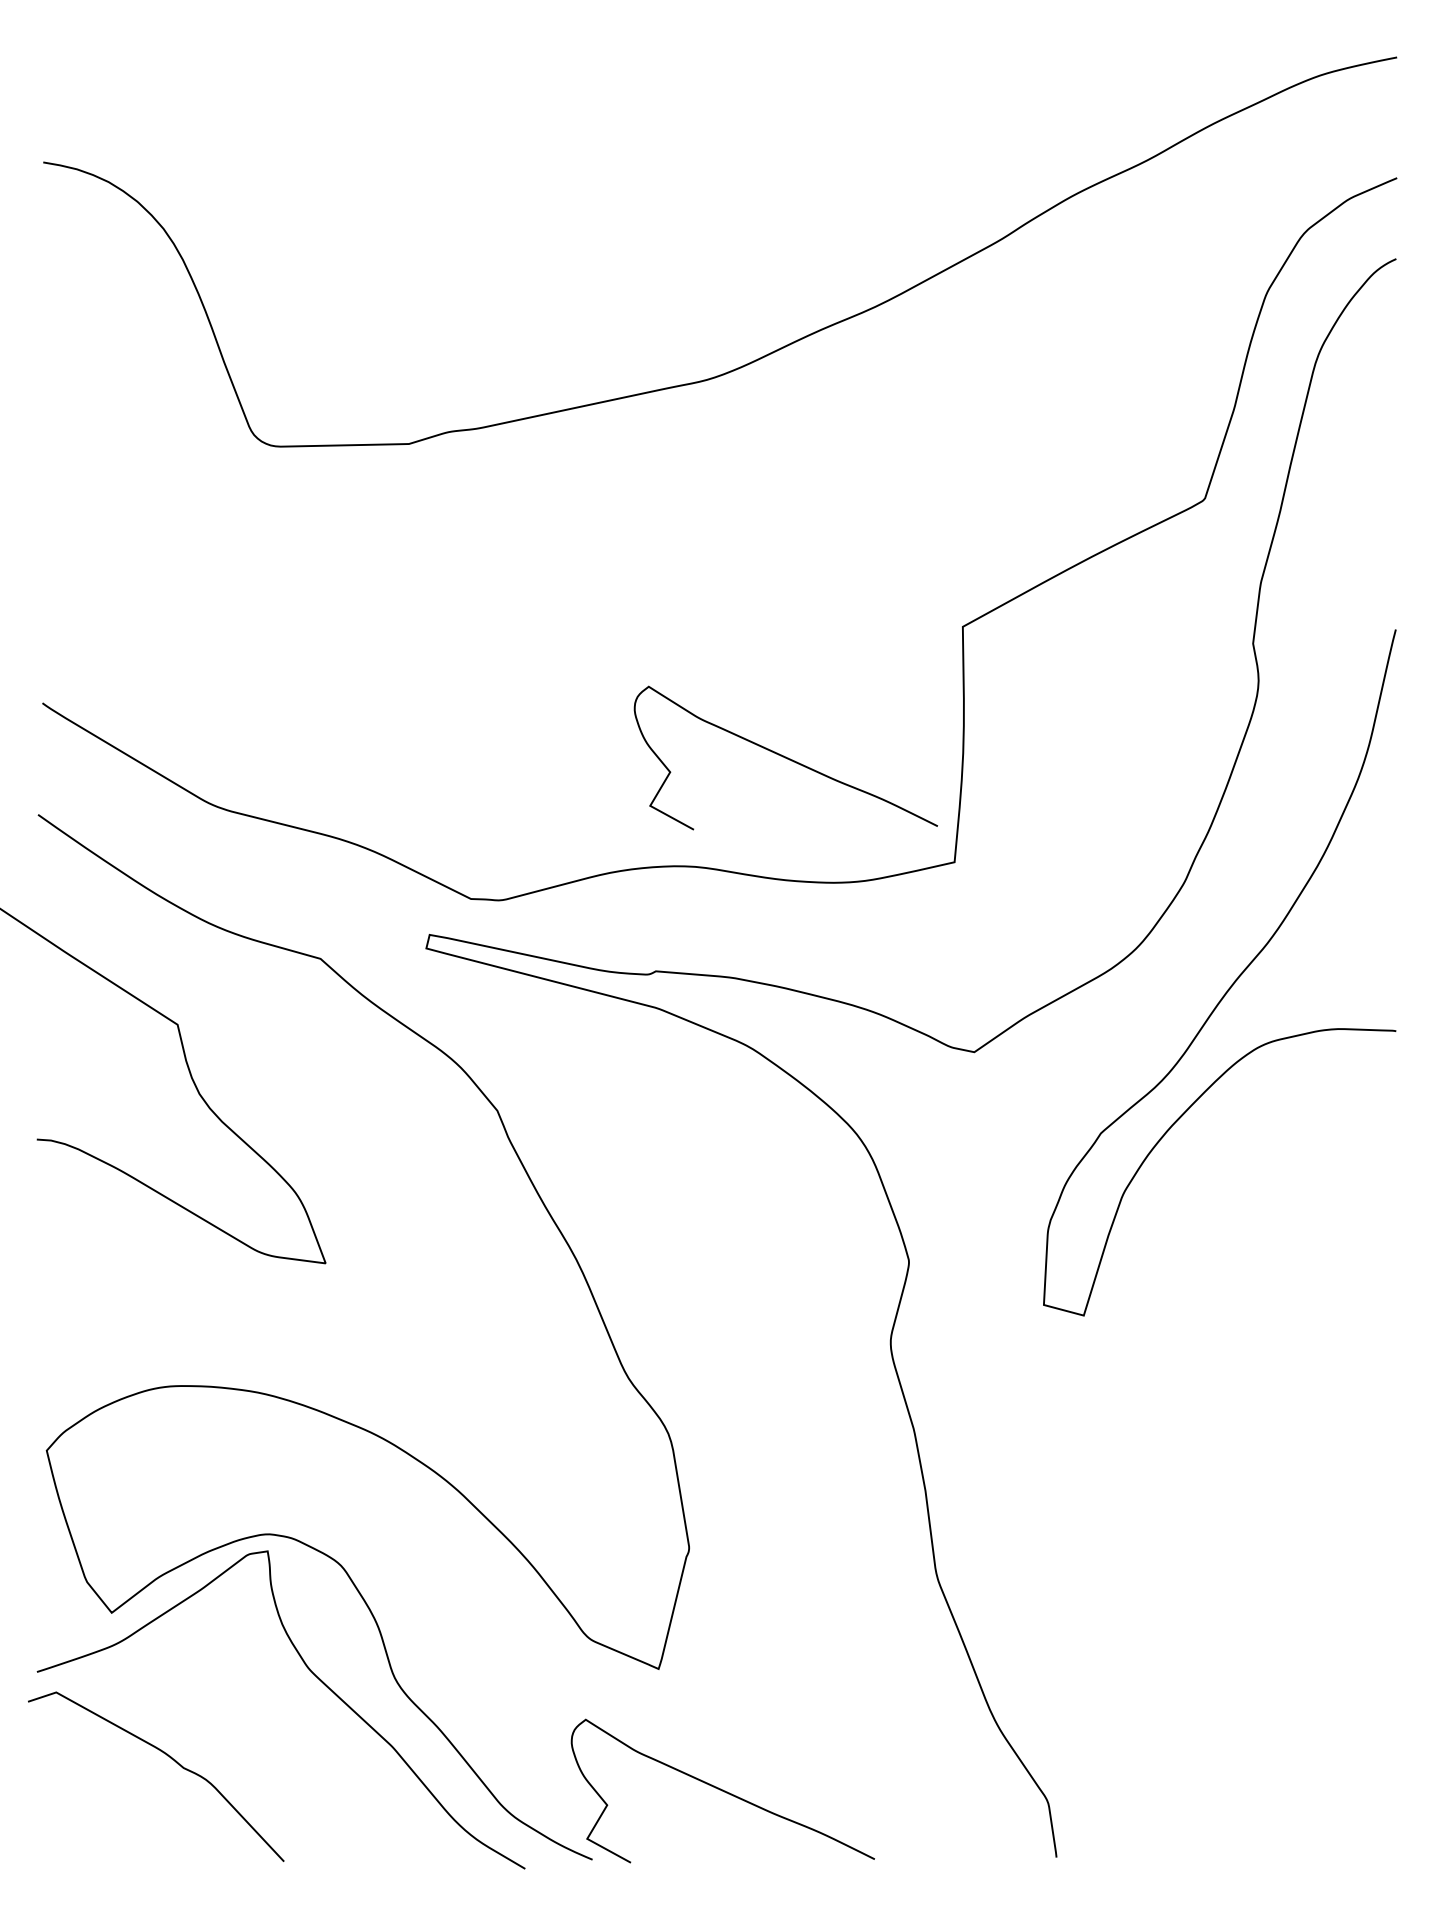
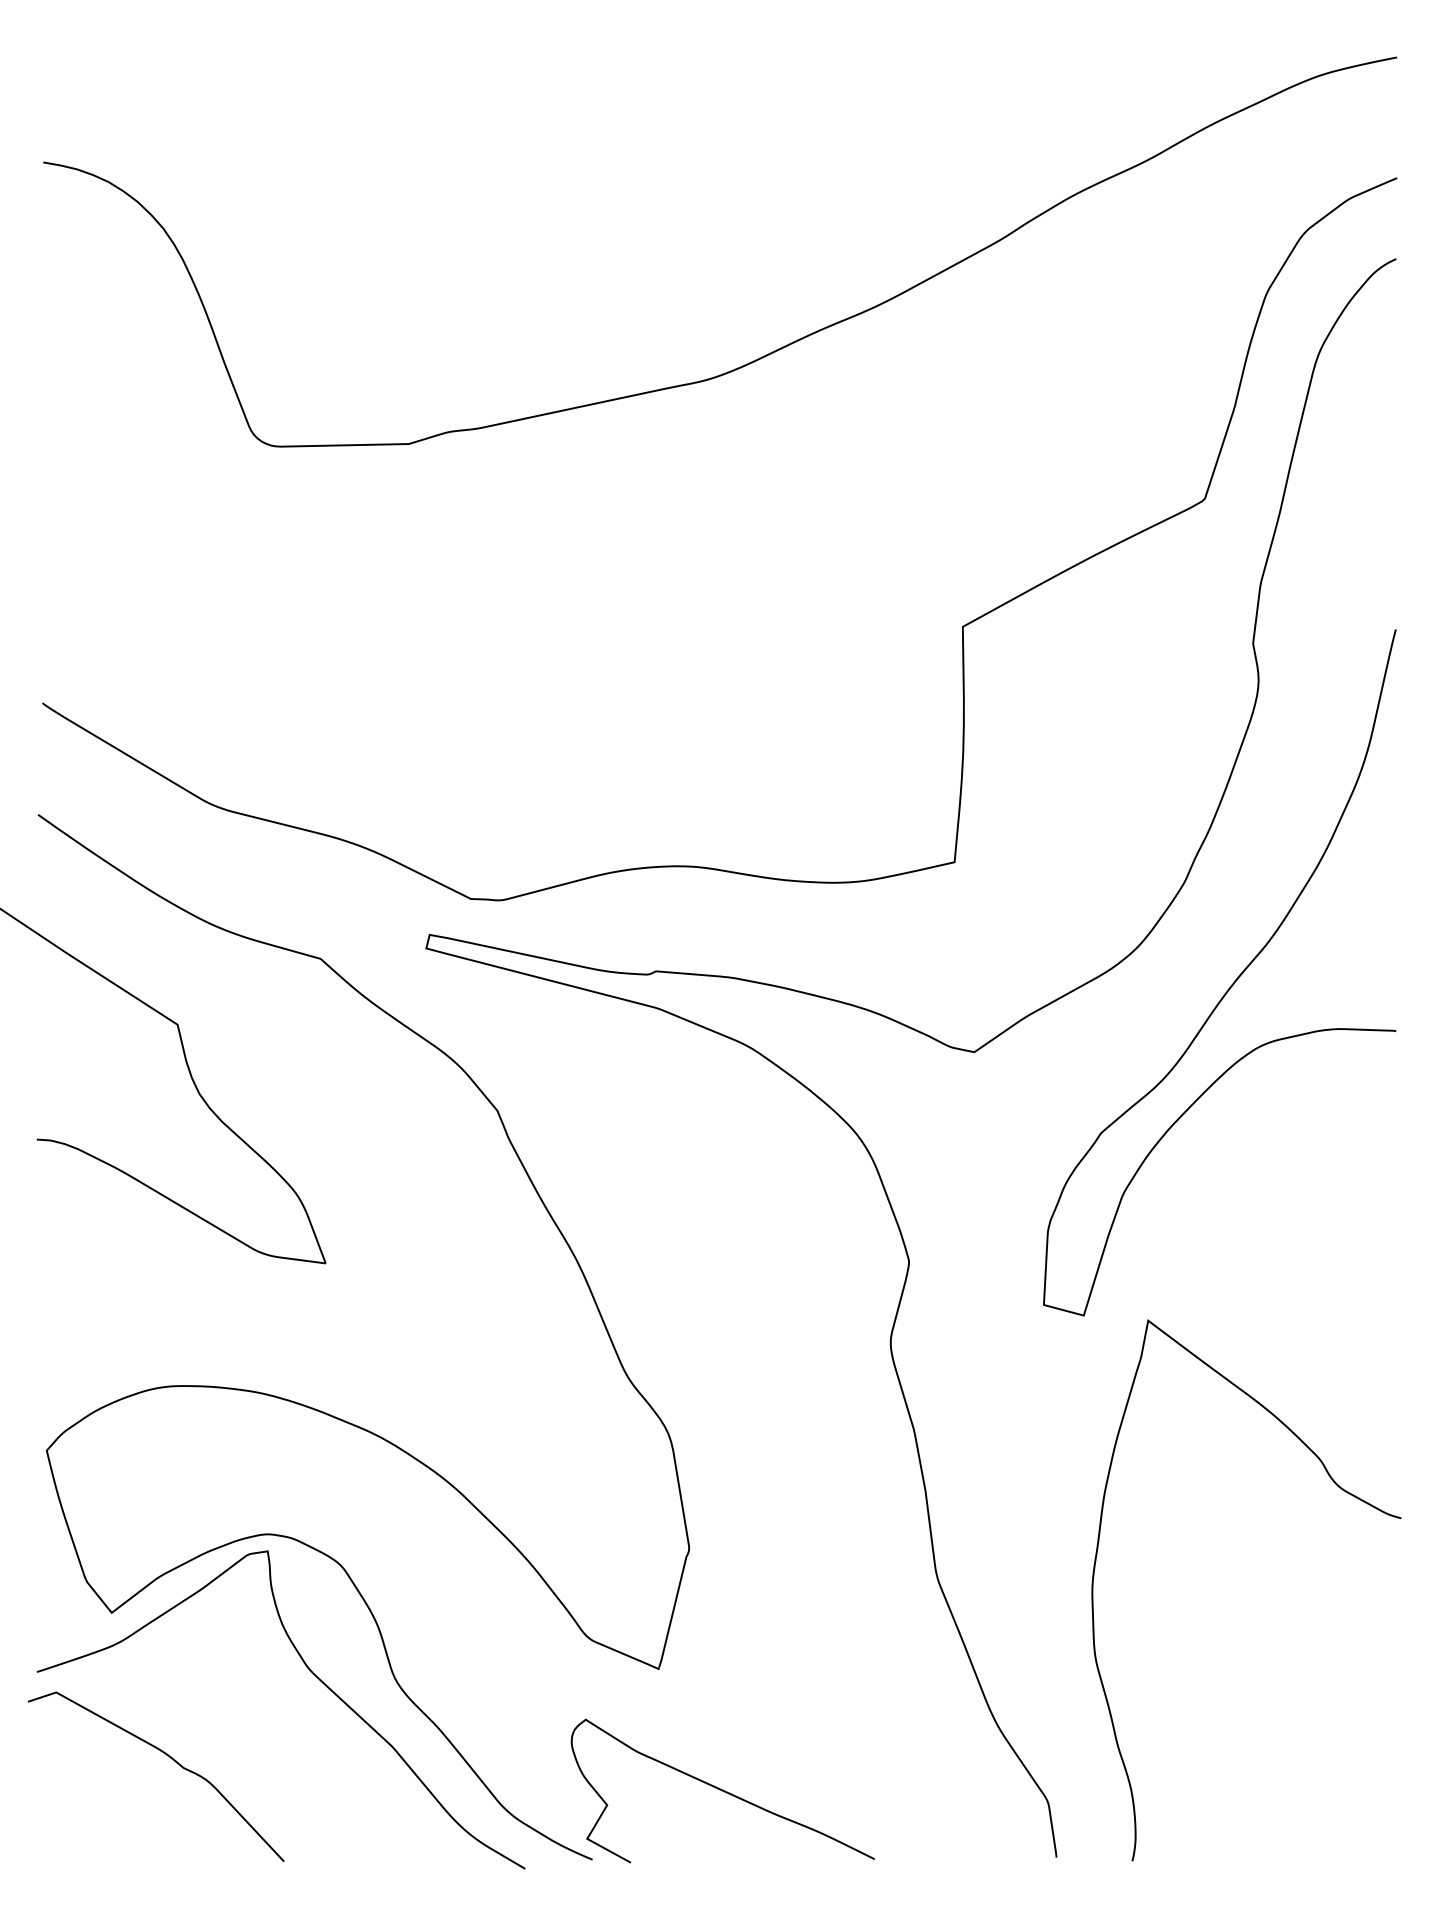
curve at (785, 757): present -> none
curve at (1339, 1488): none -> present
